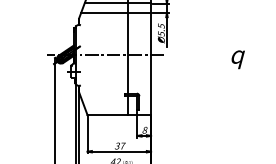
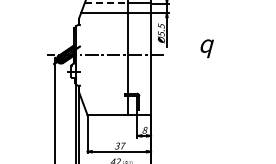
line at (106, 2): solid -> dashed
text at (237, 59) position: (237, 59) -> (206, 48)
